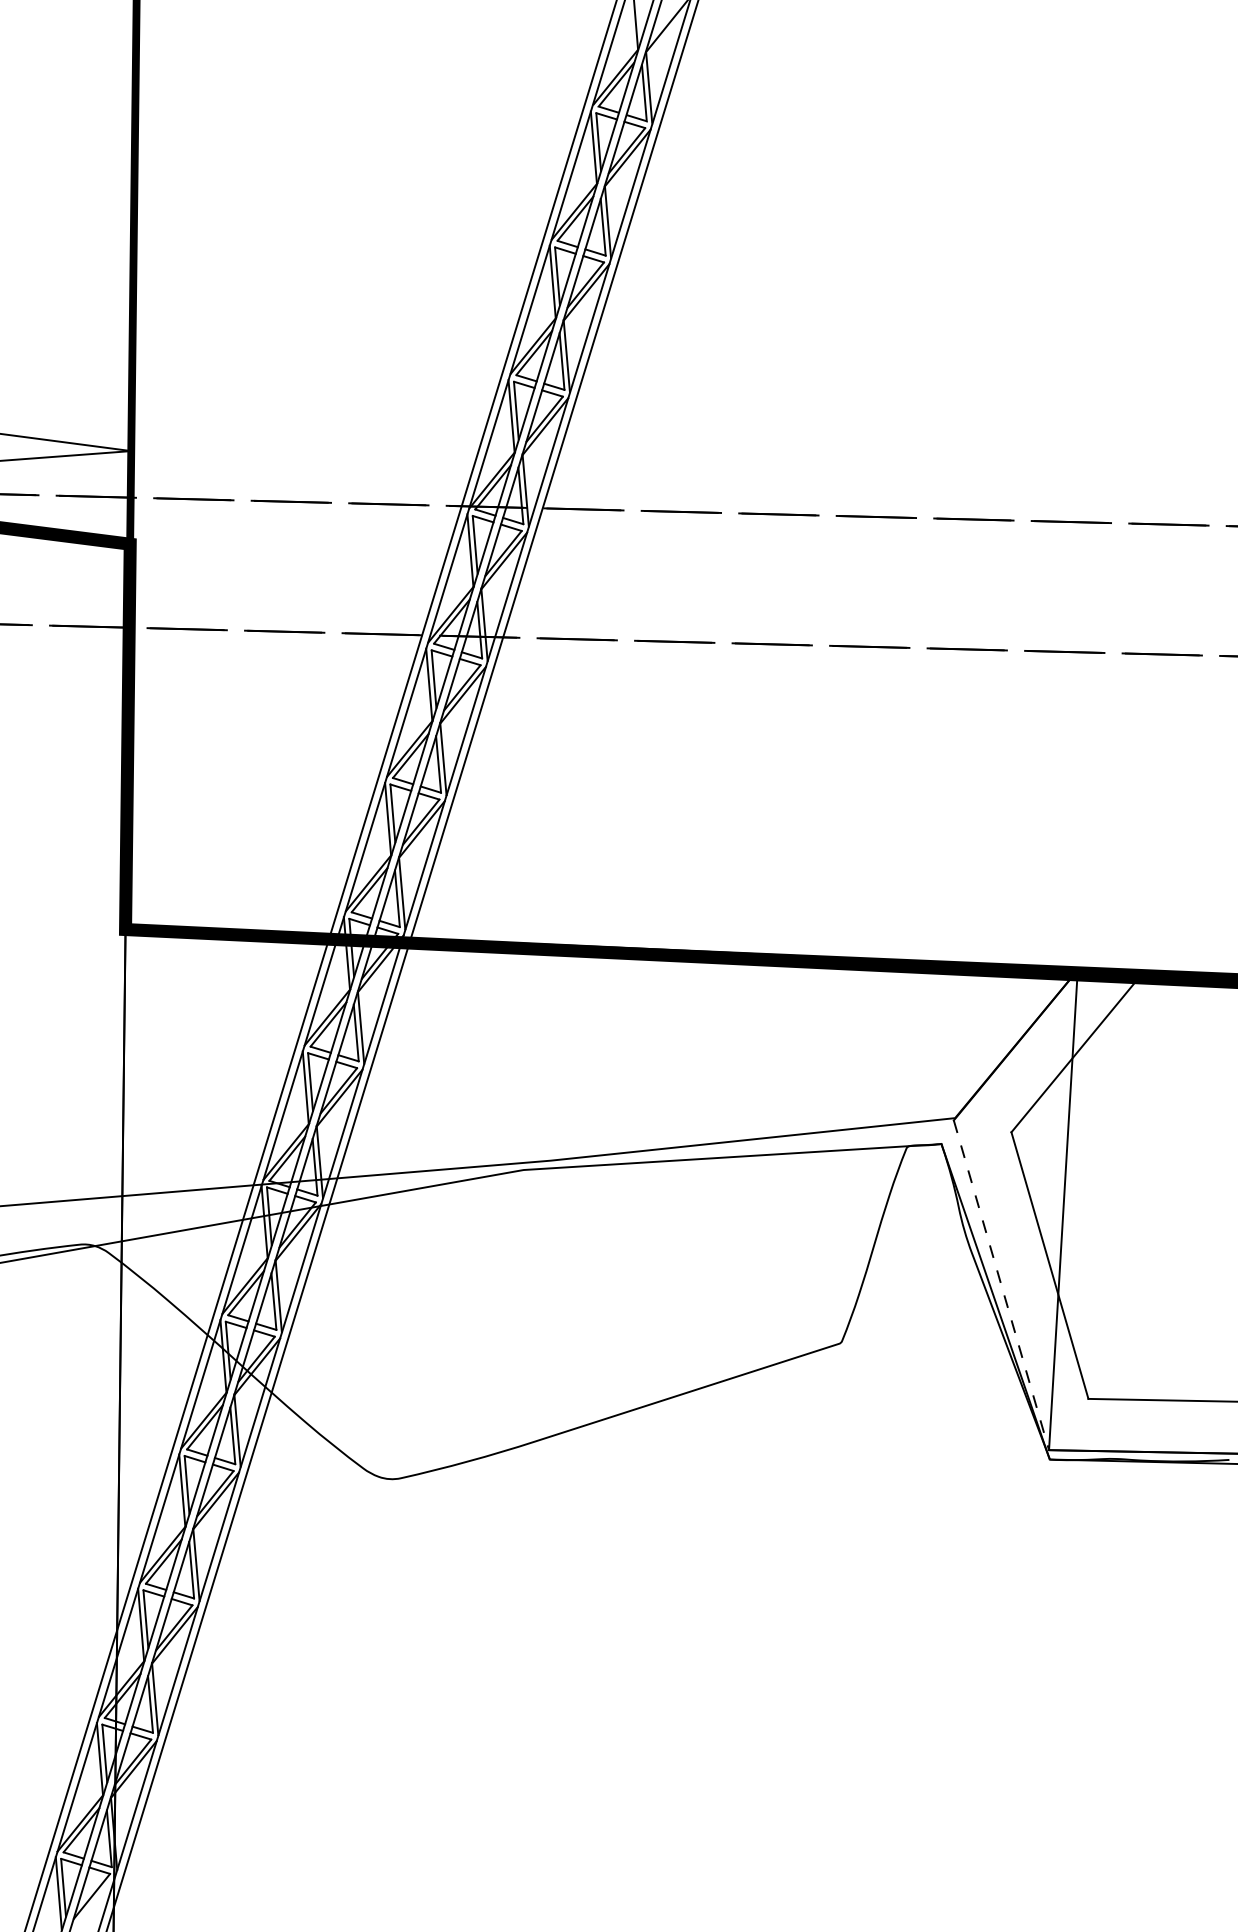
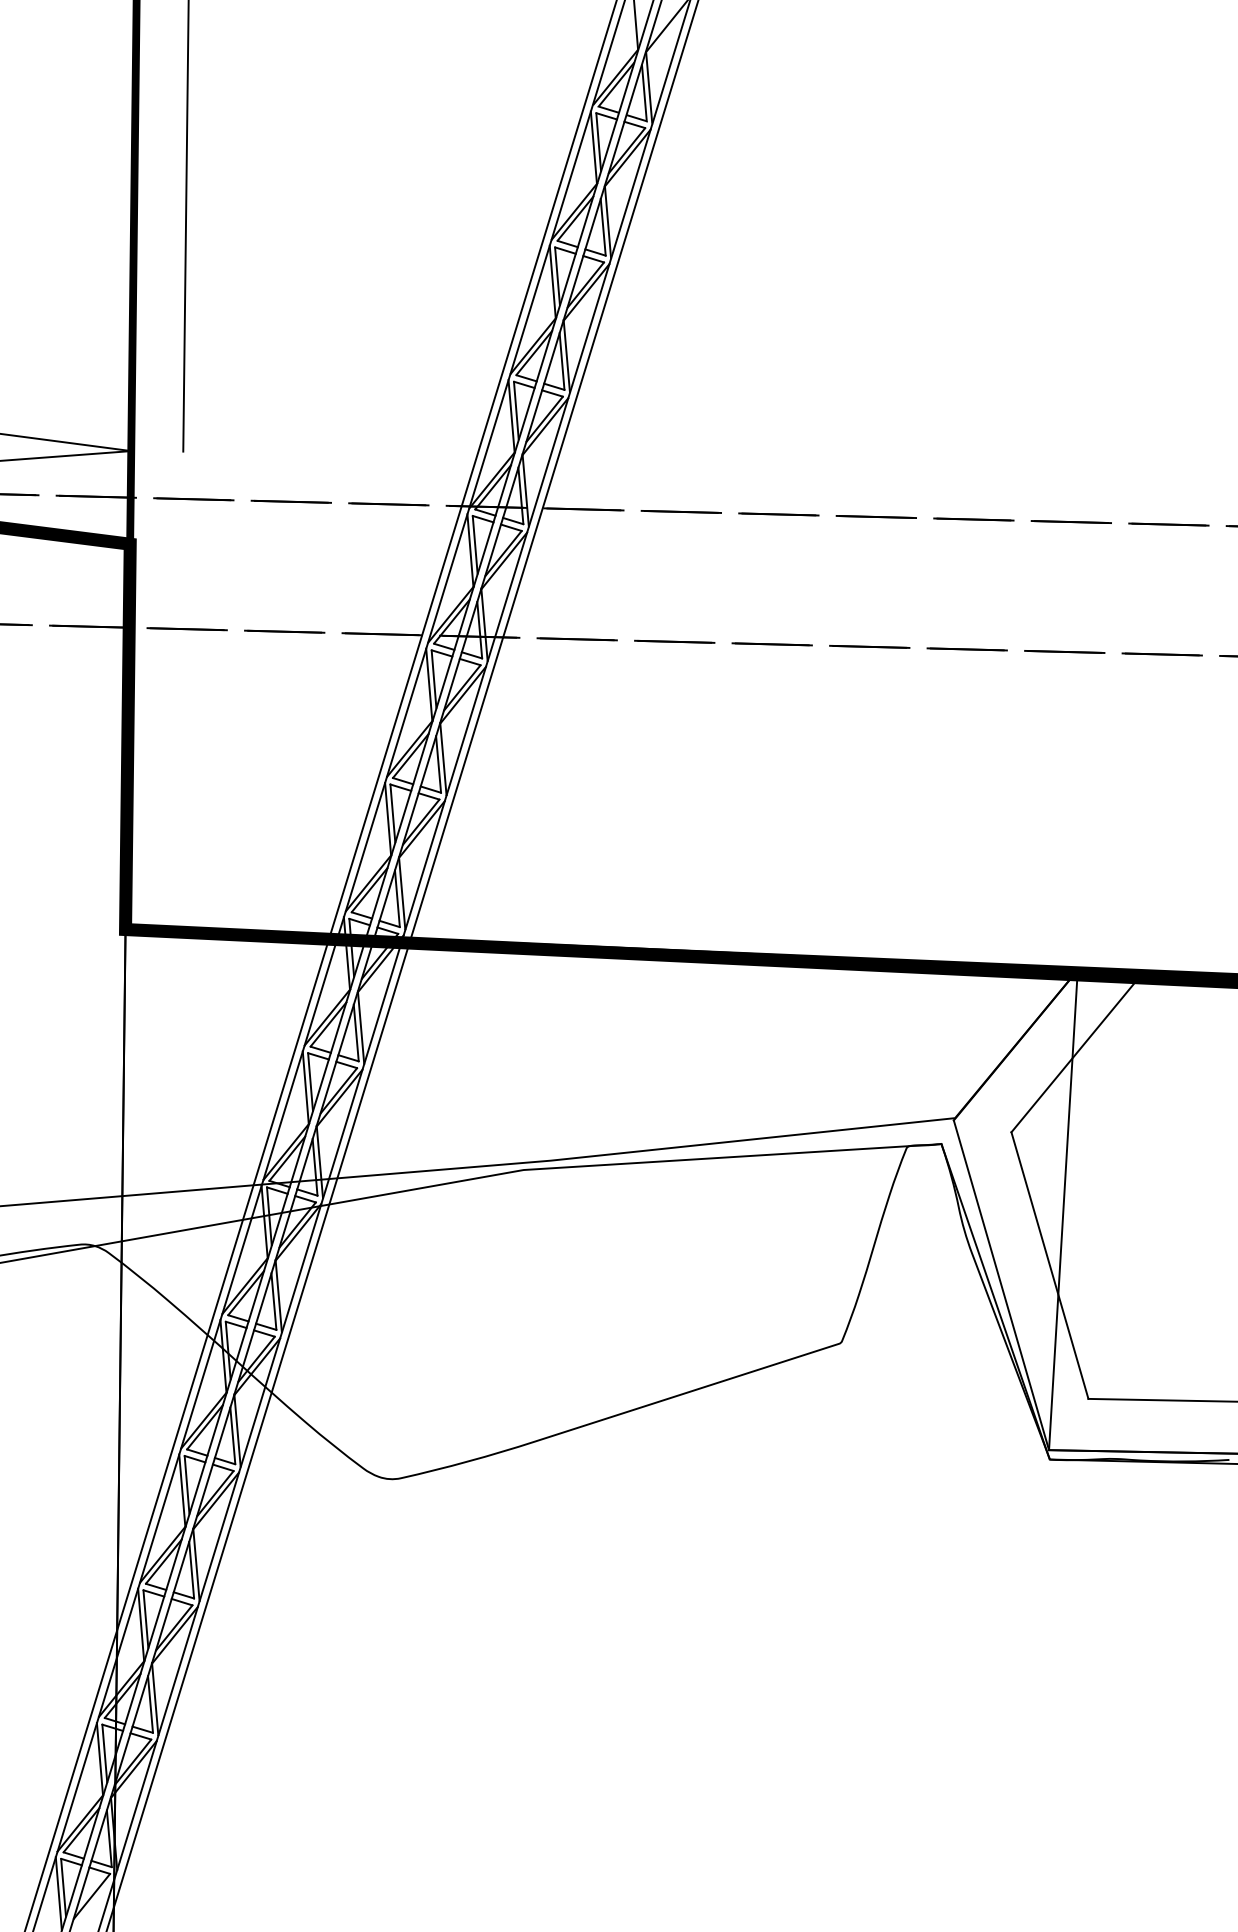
line at (185, 226): none -> present
line at (1001, 1285): dashed -> solid
